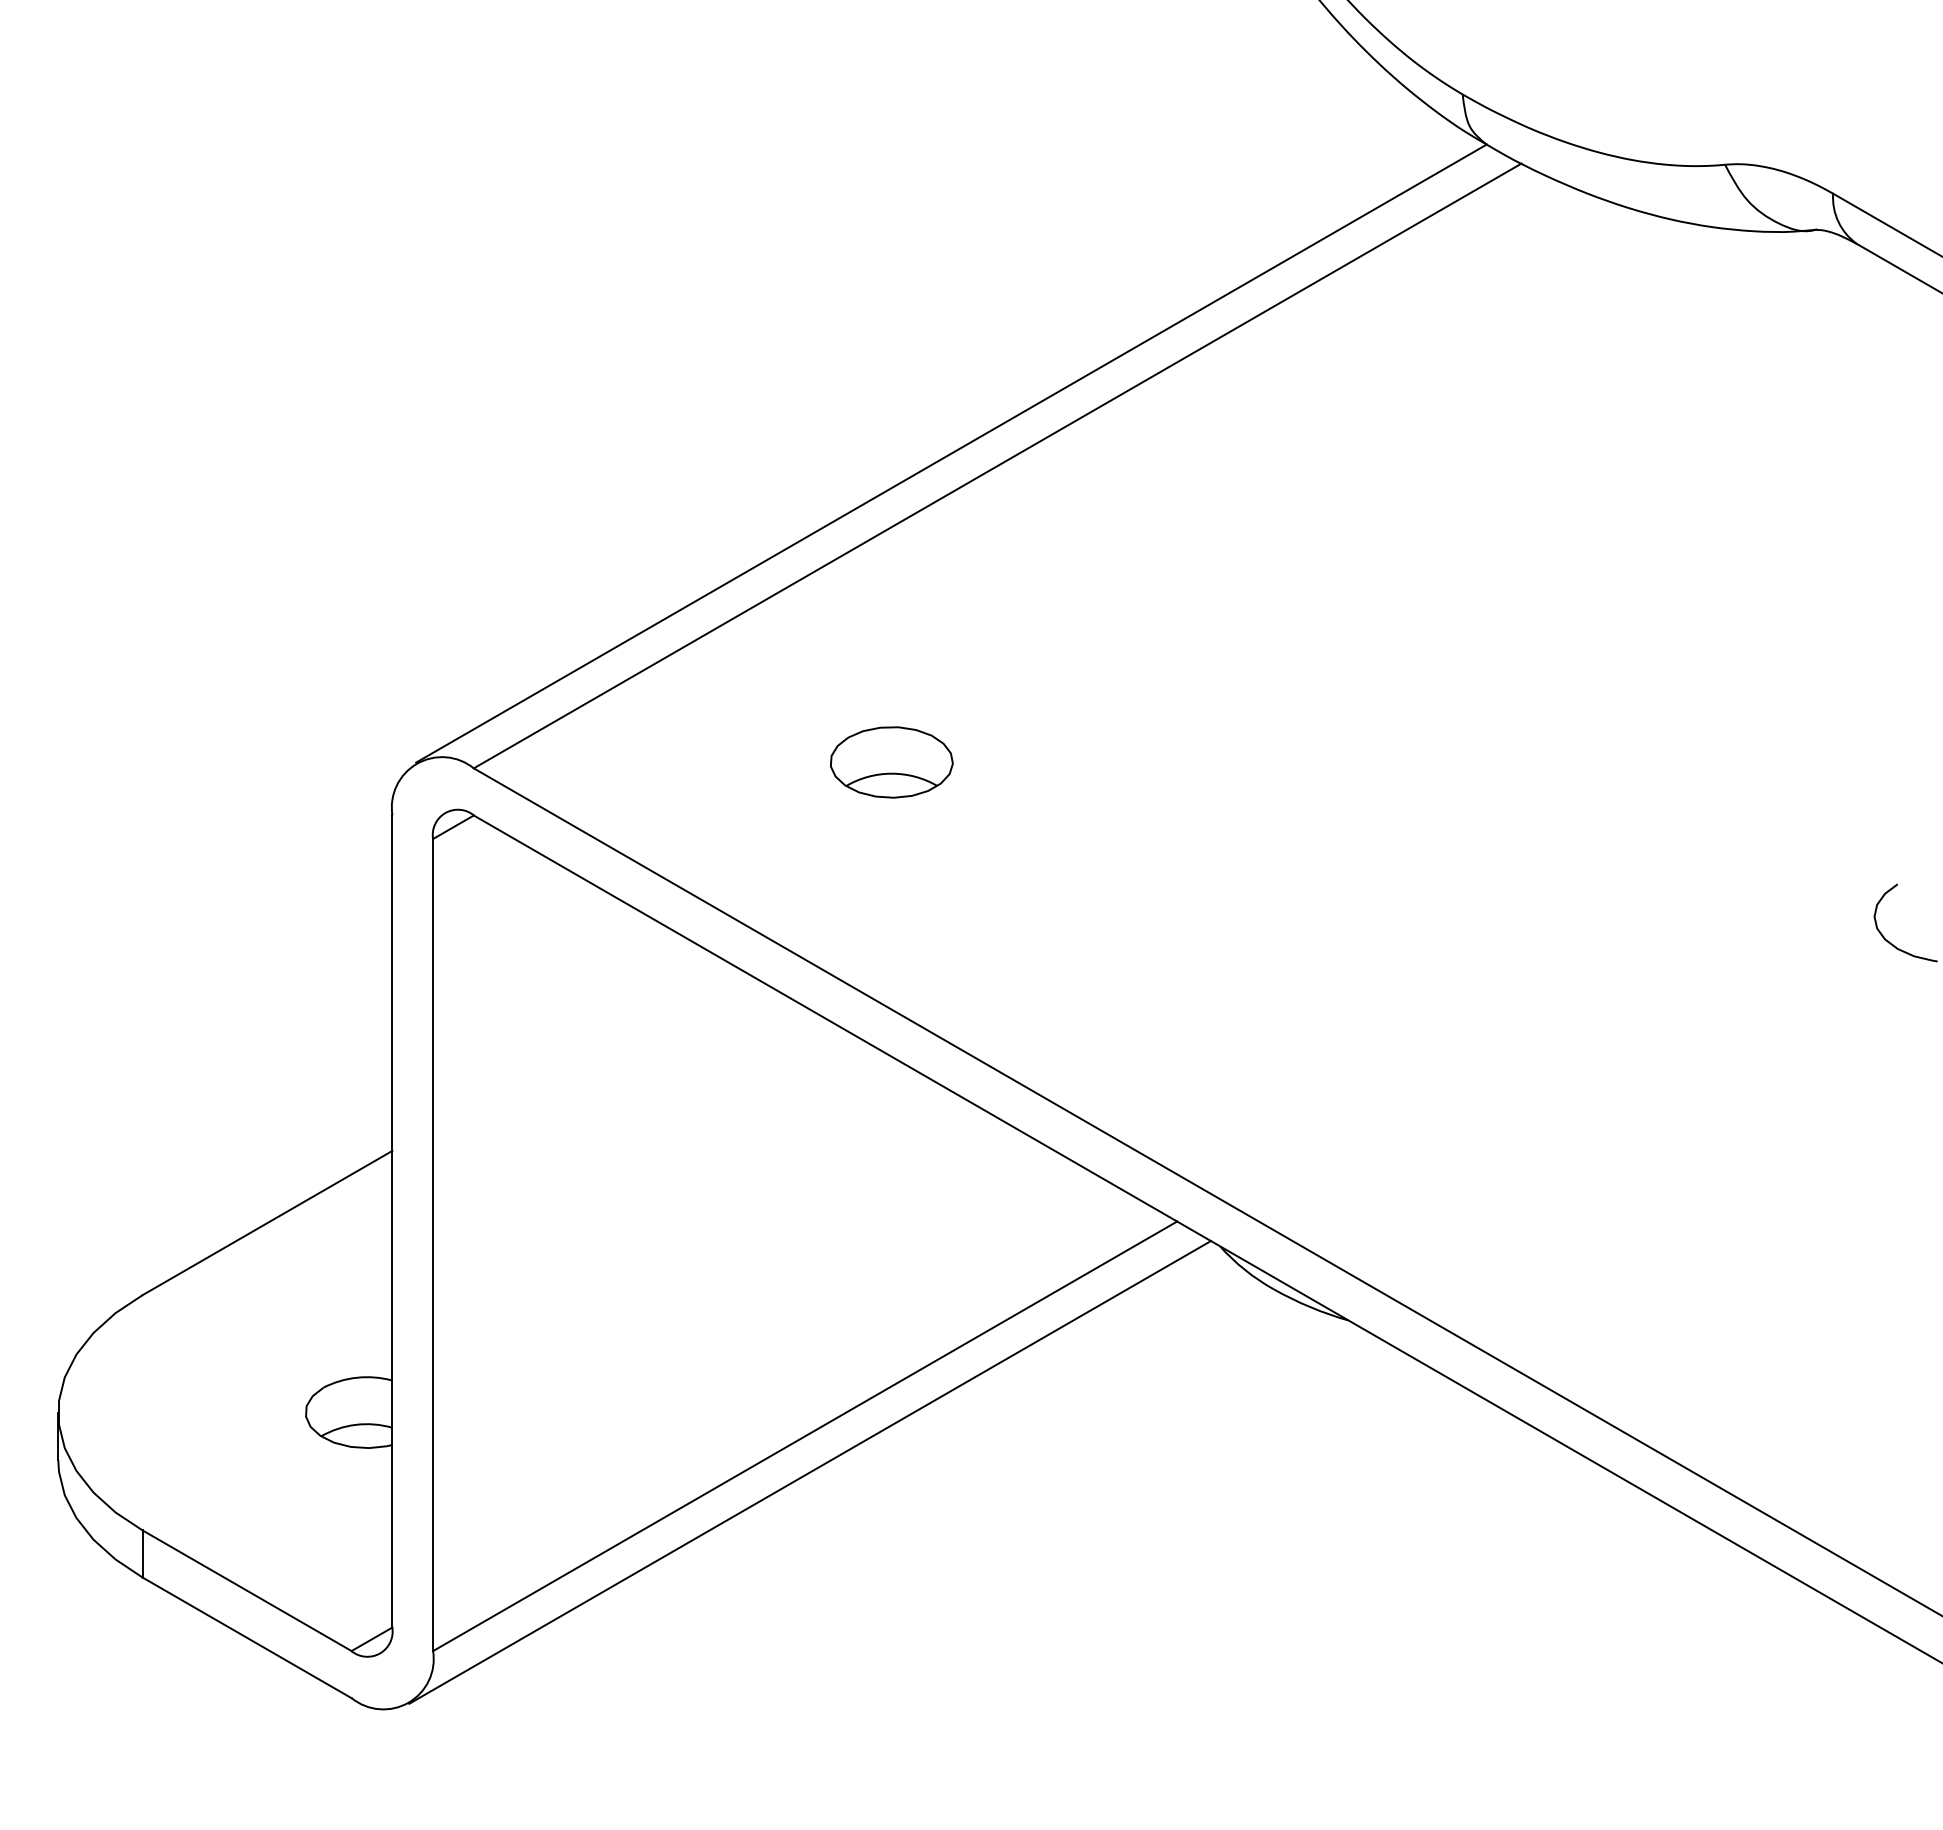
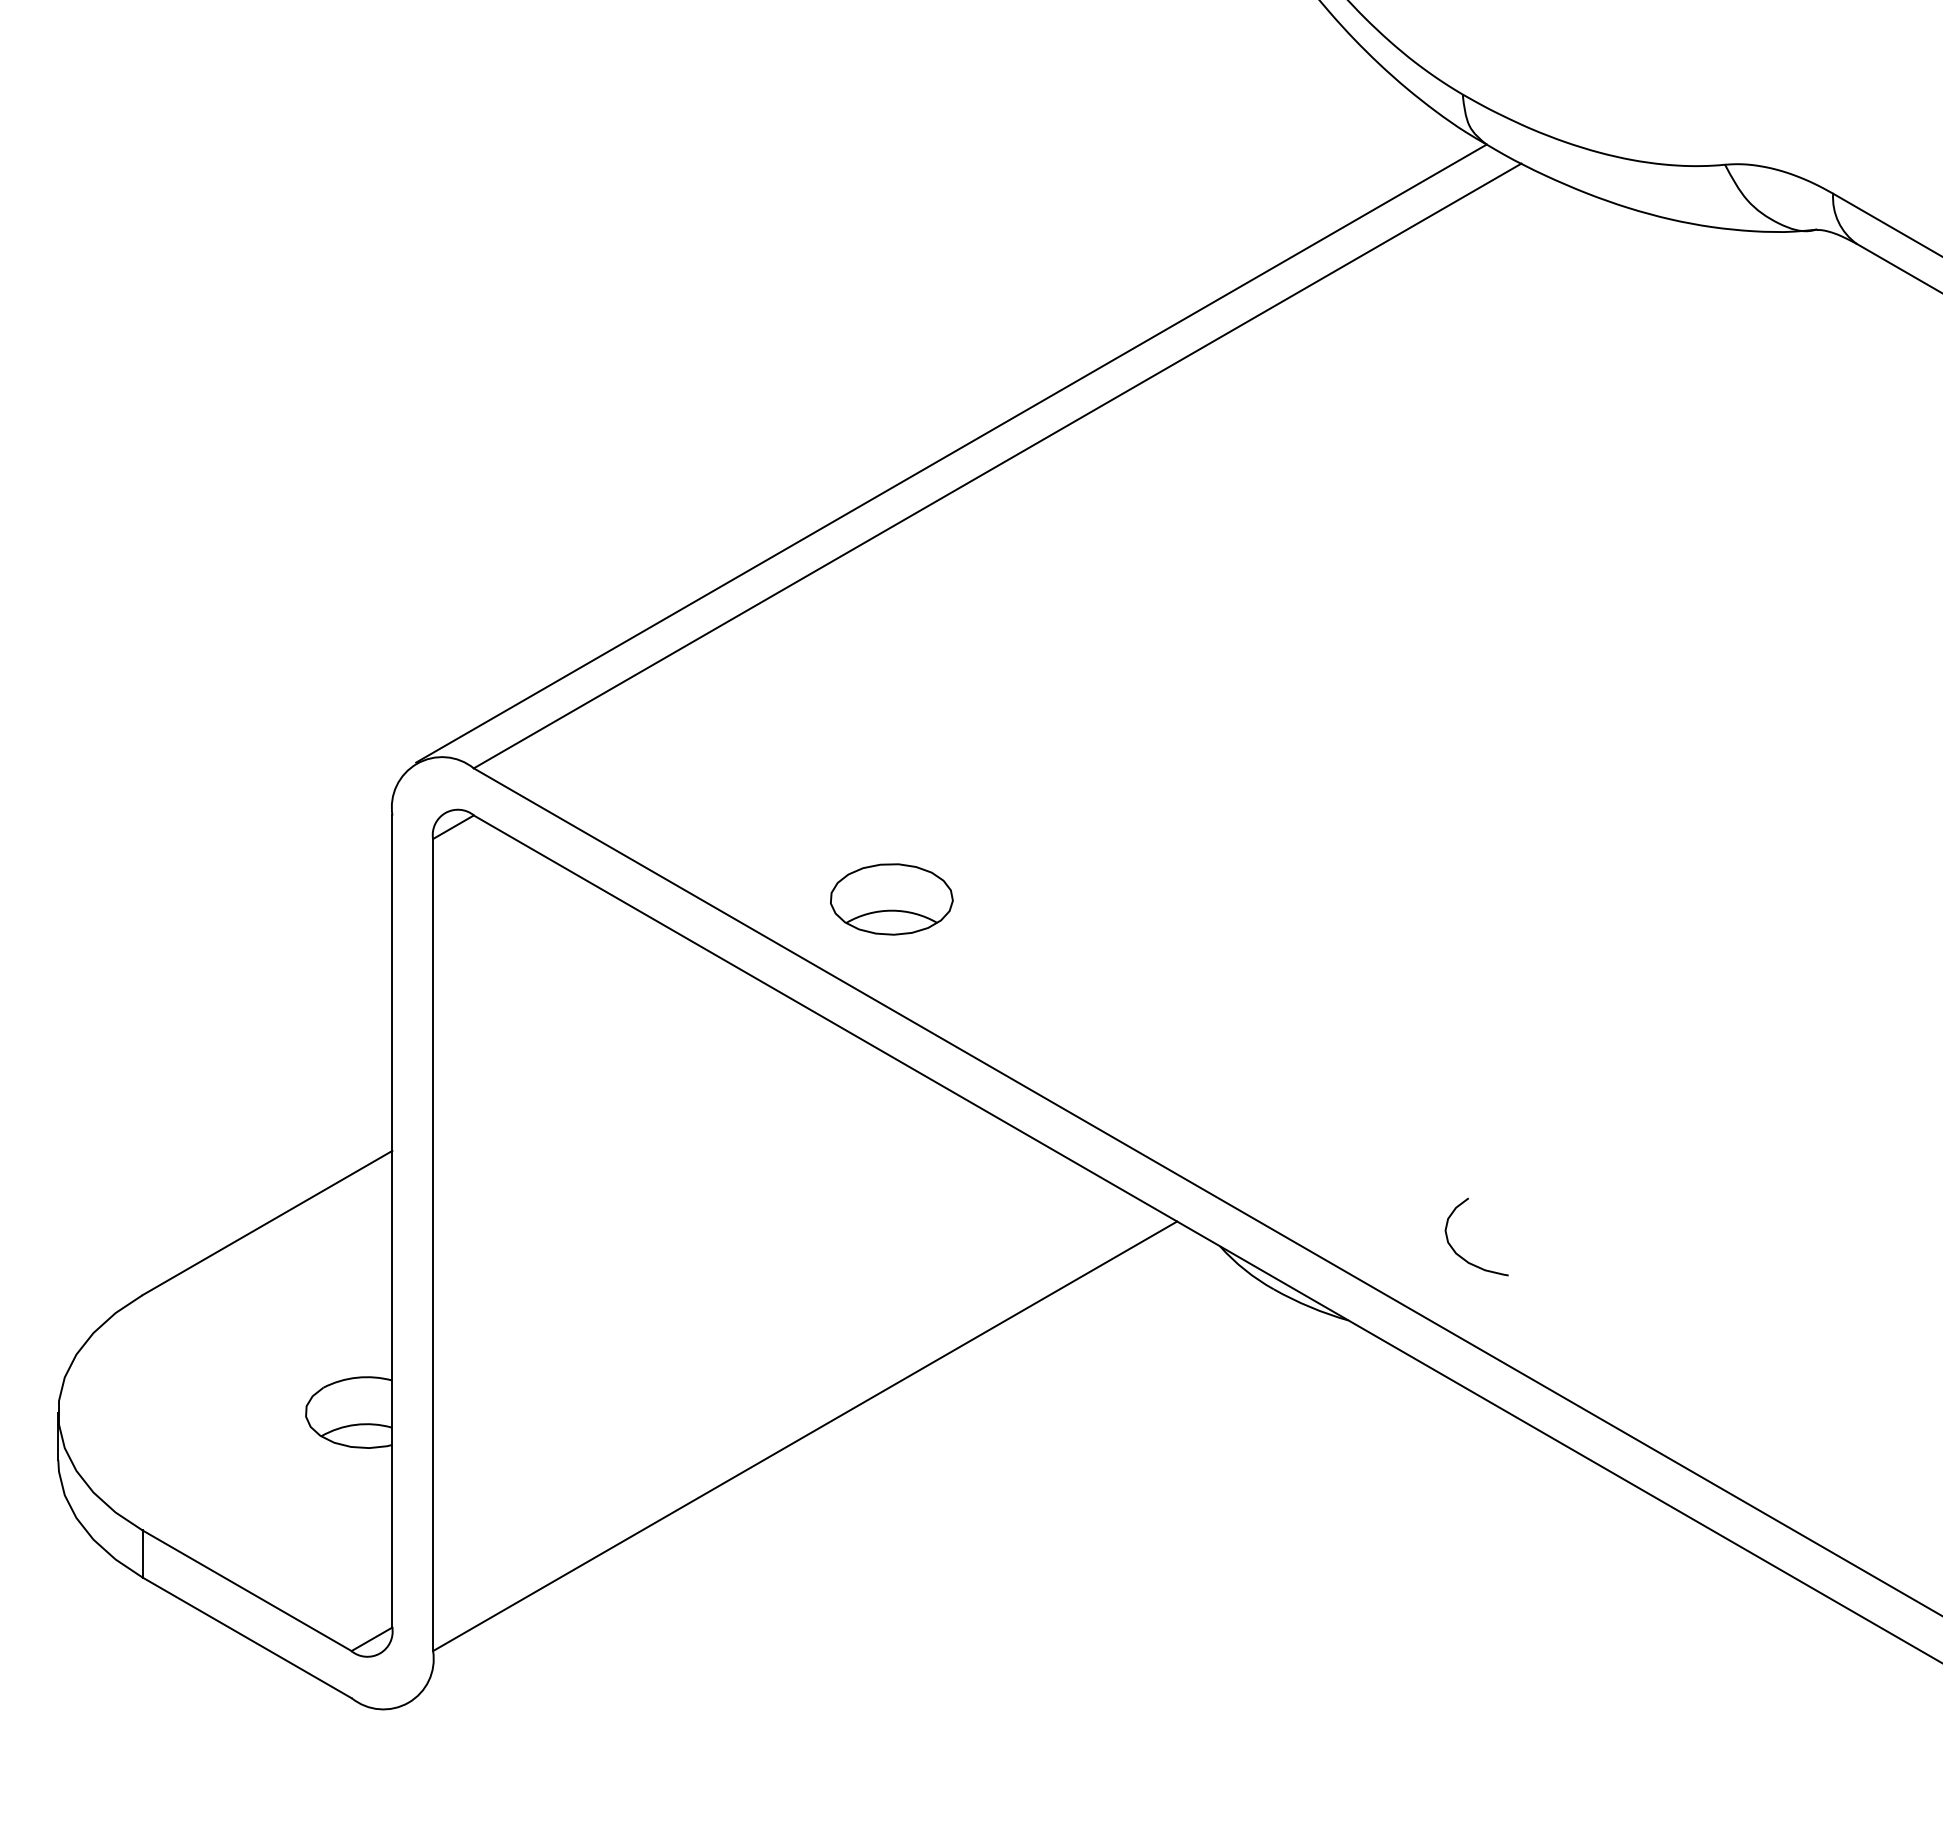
part at (891, 762) position: (891, 762) -> (891, 899)
curve at (1892, 943) position: (1892, 943) -> (1463, 1257)
line at (810, 1471): present -> none
